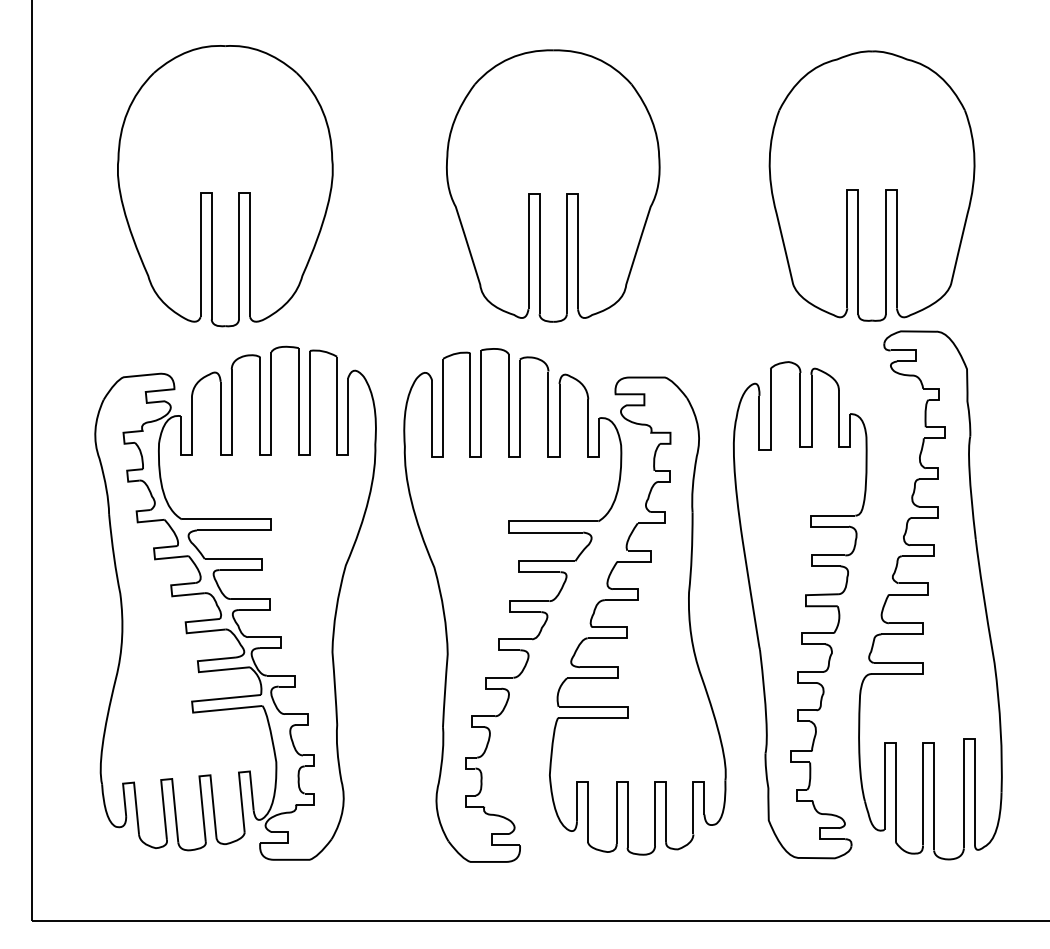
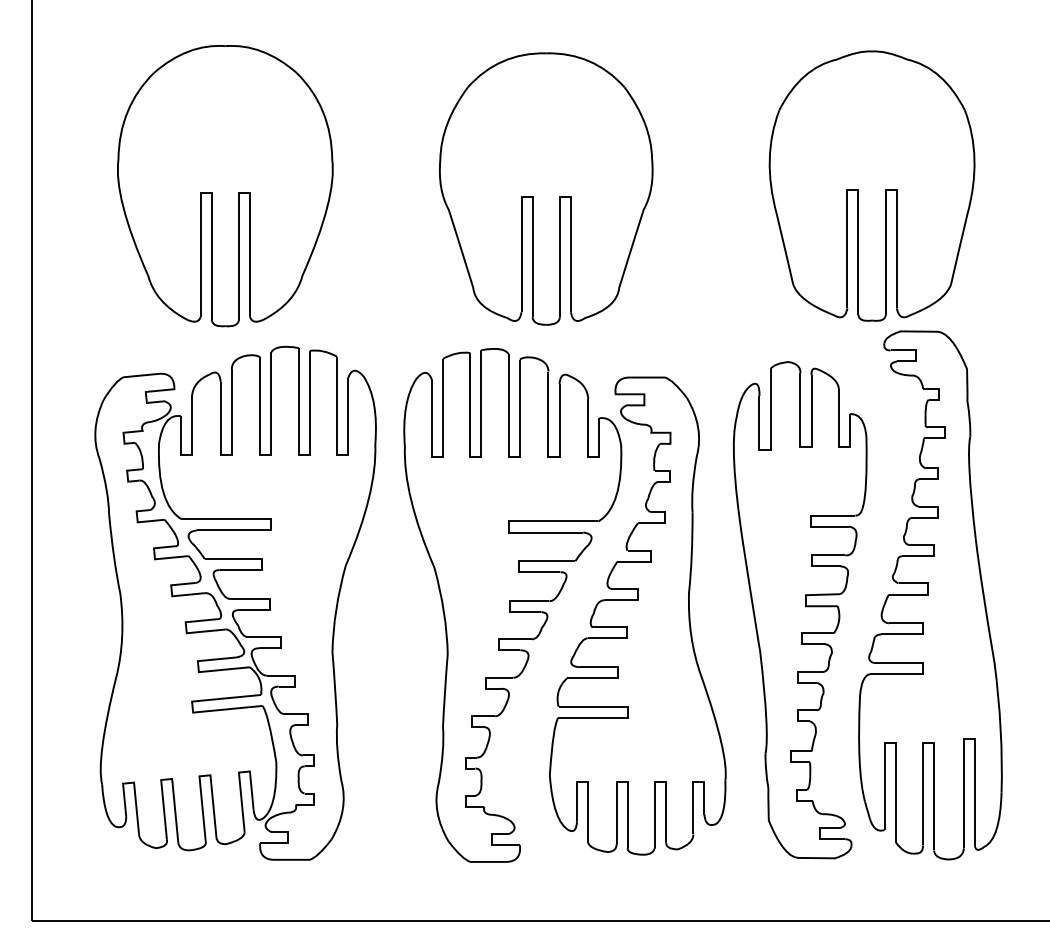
part at (553, 185) position: (553, 185) -> (546, 188)
